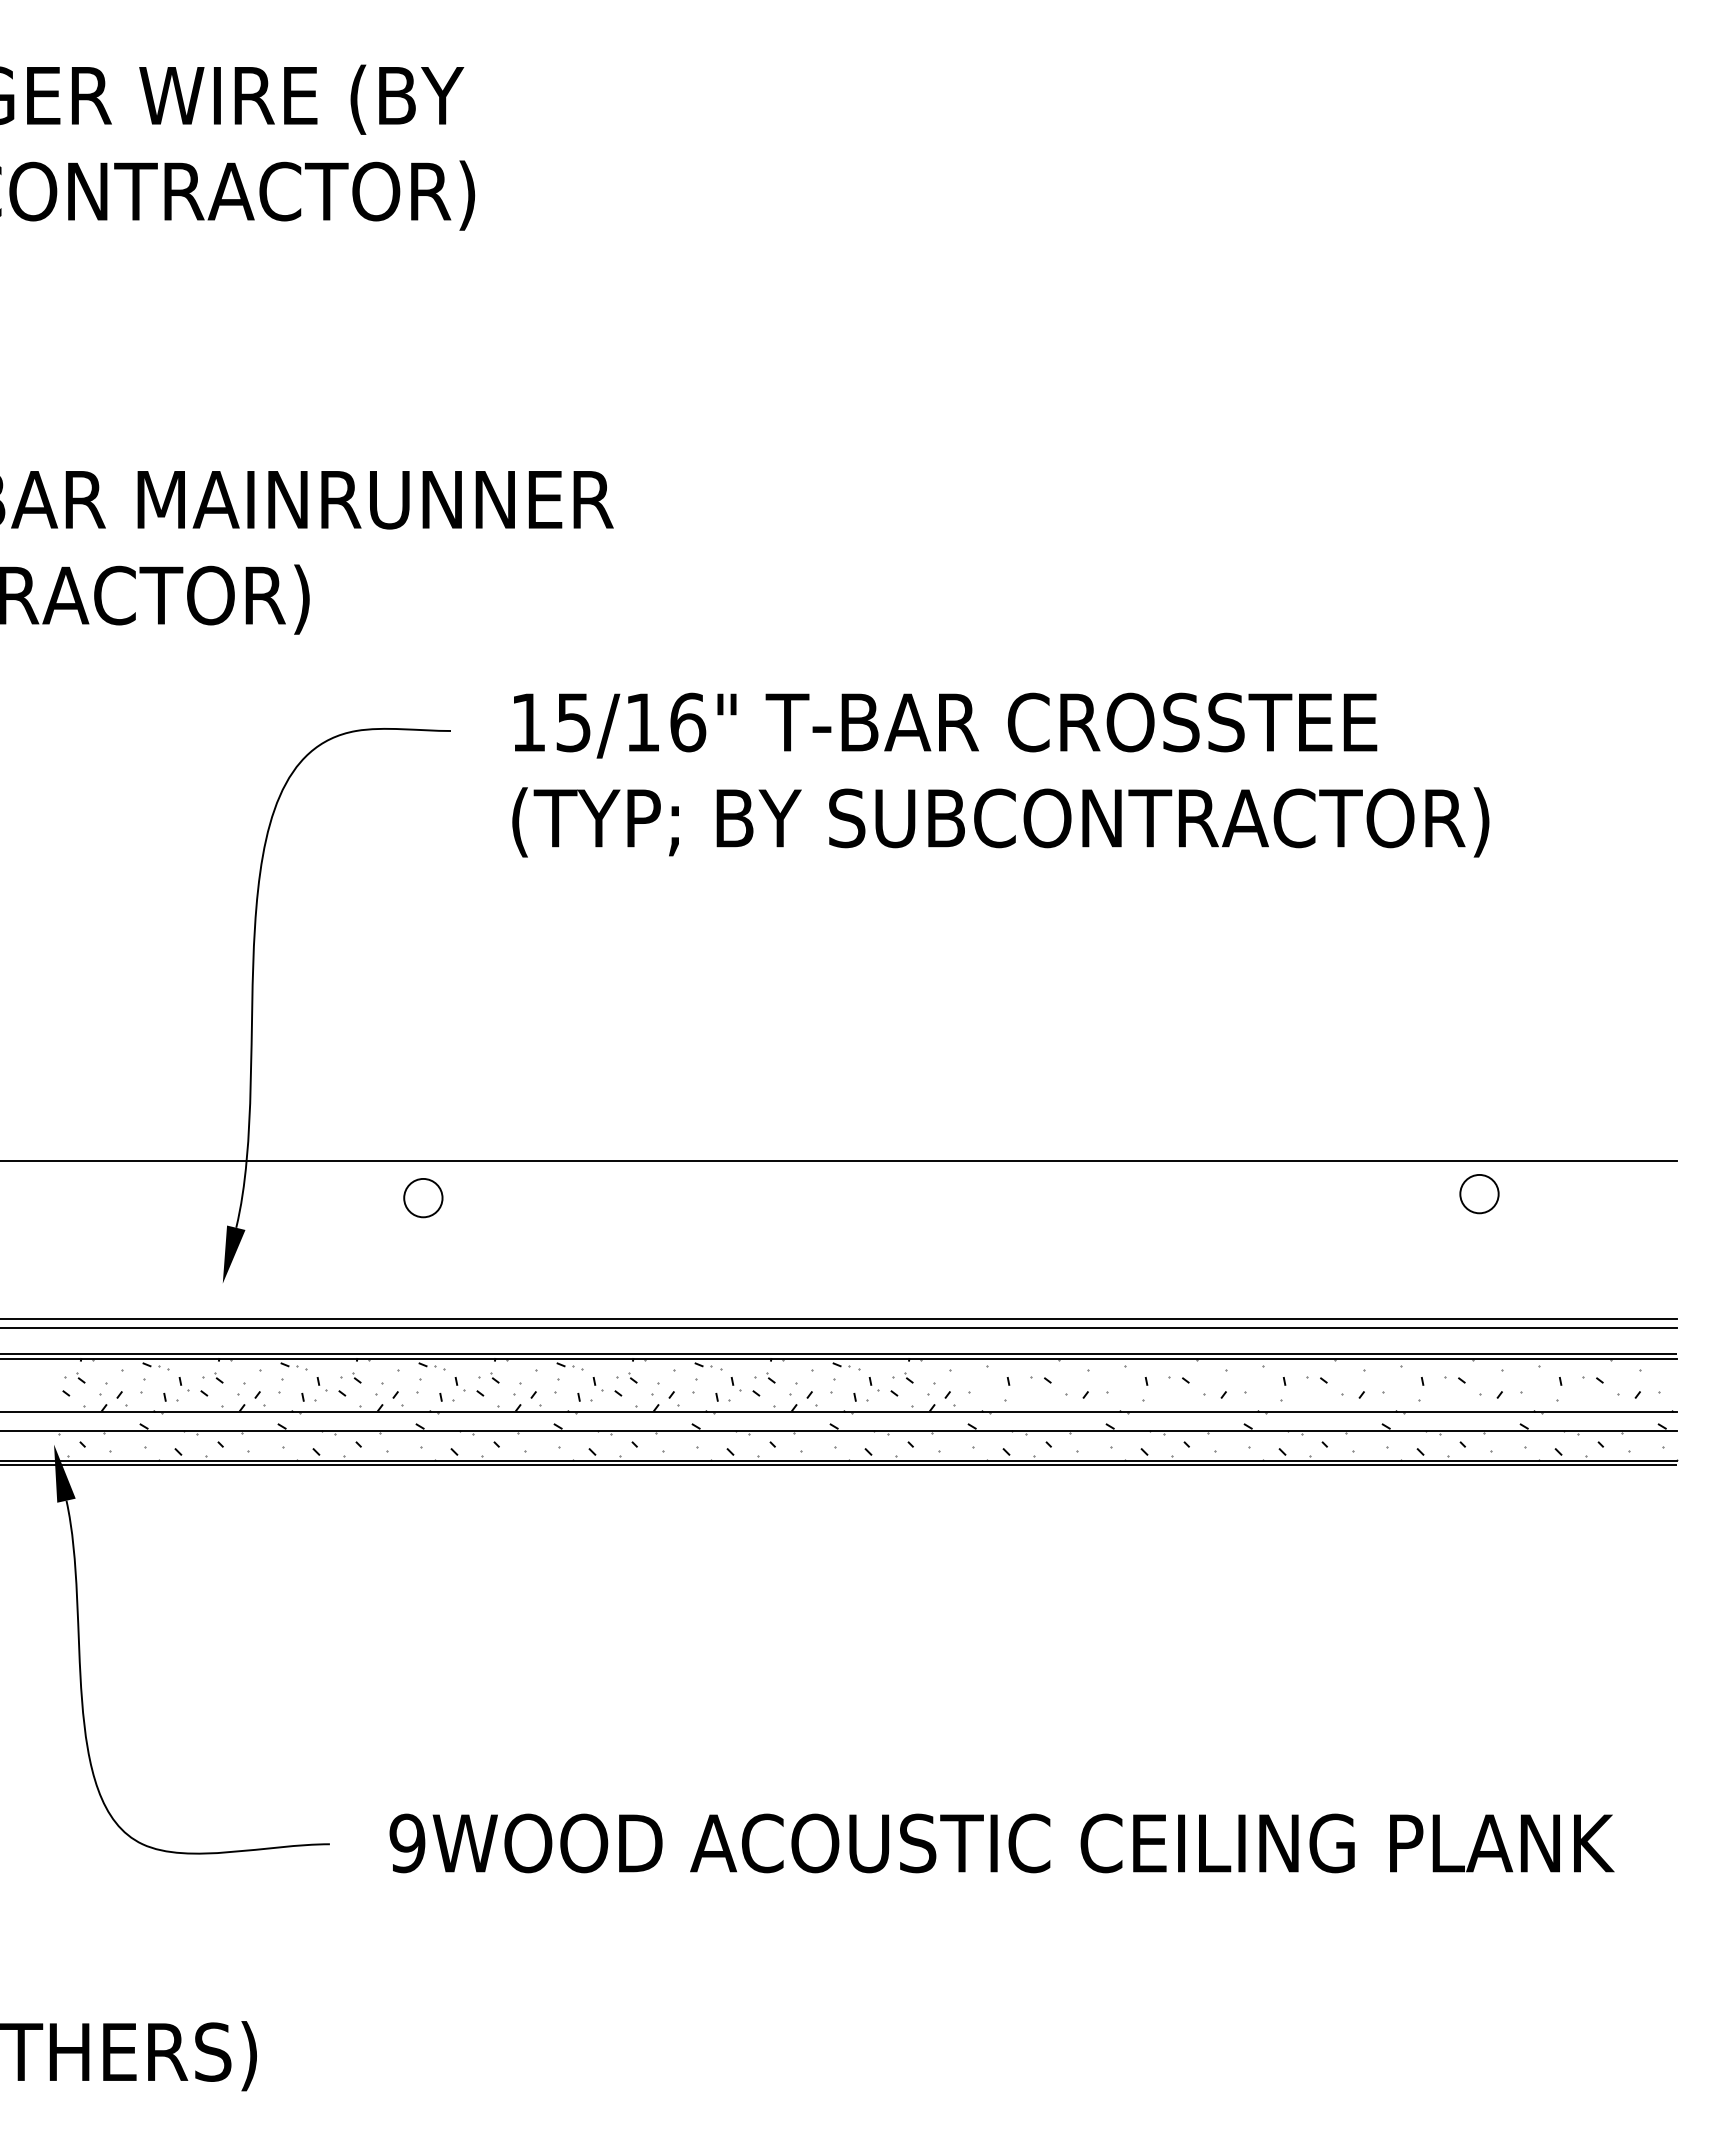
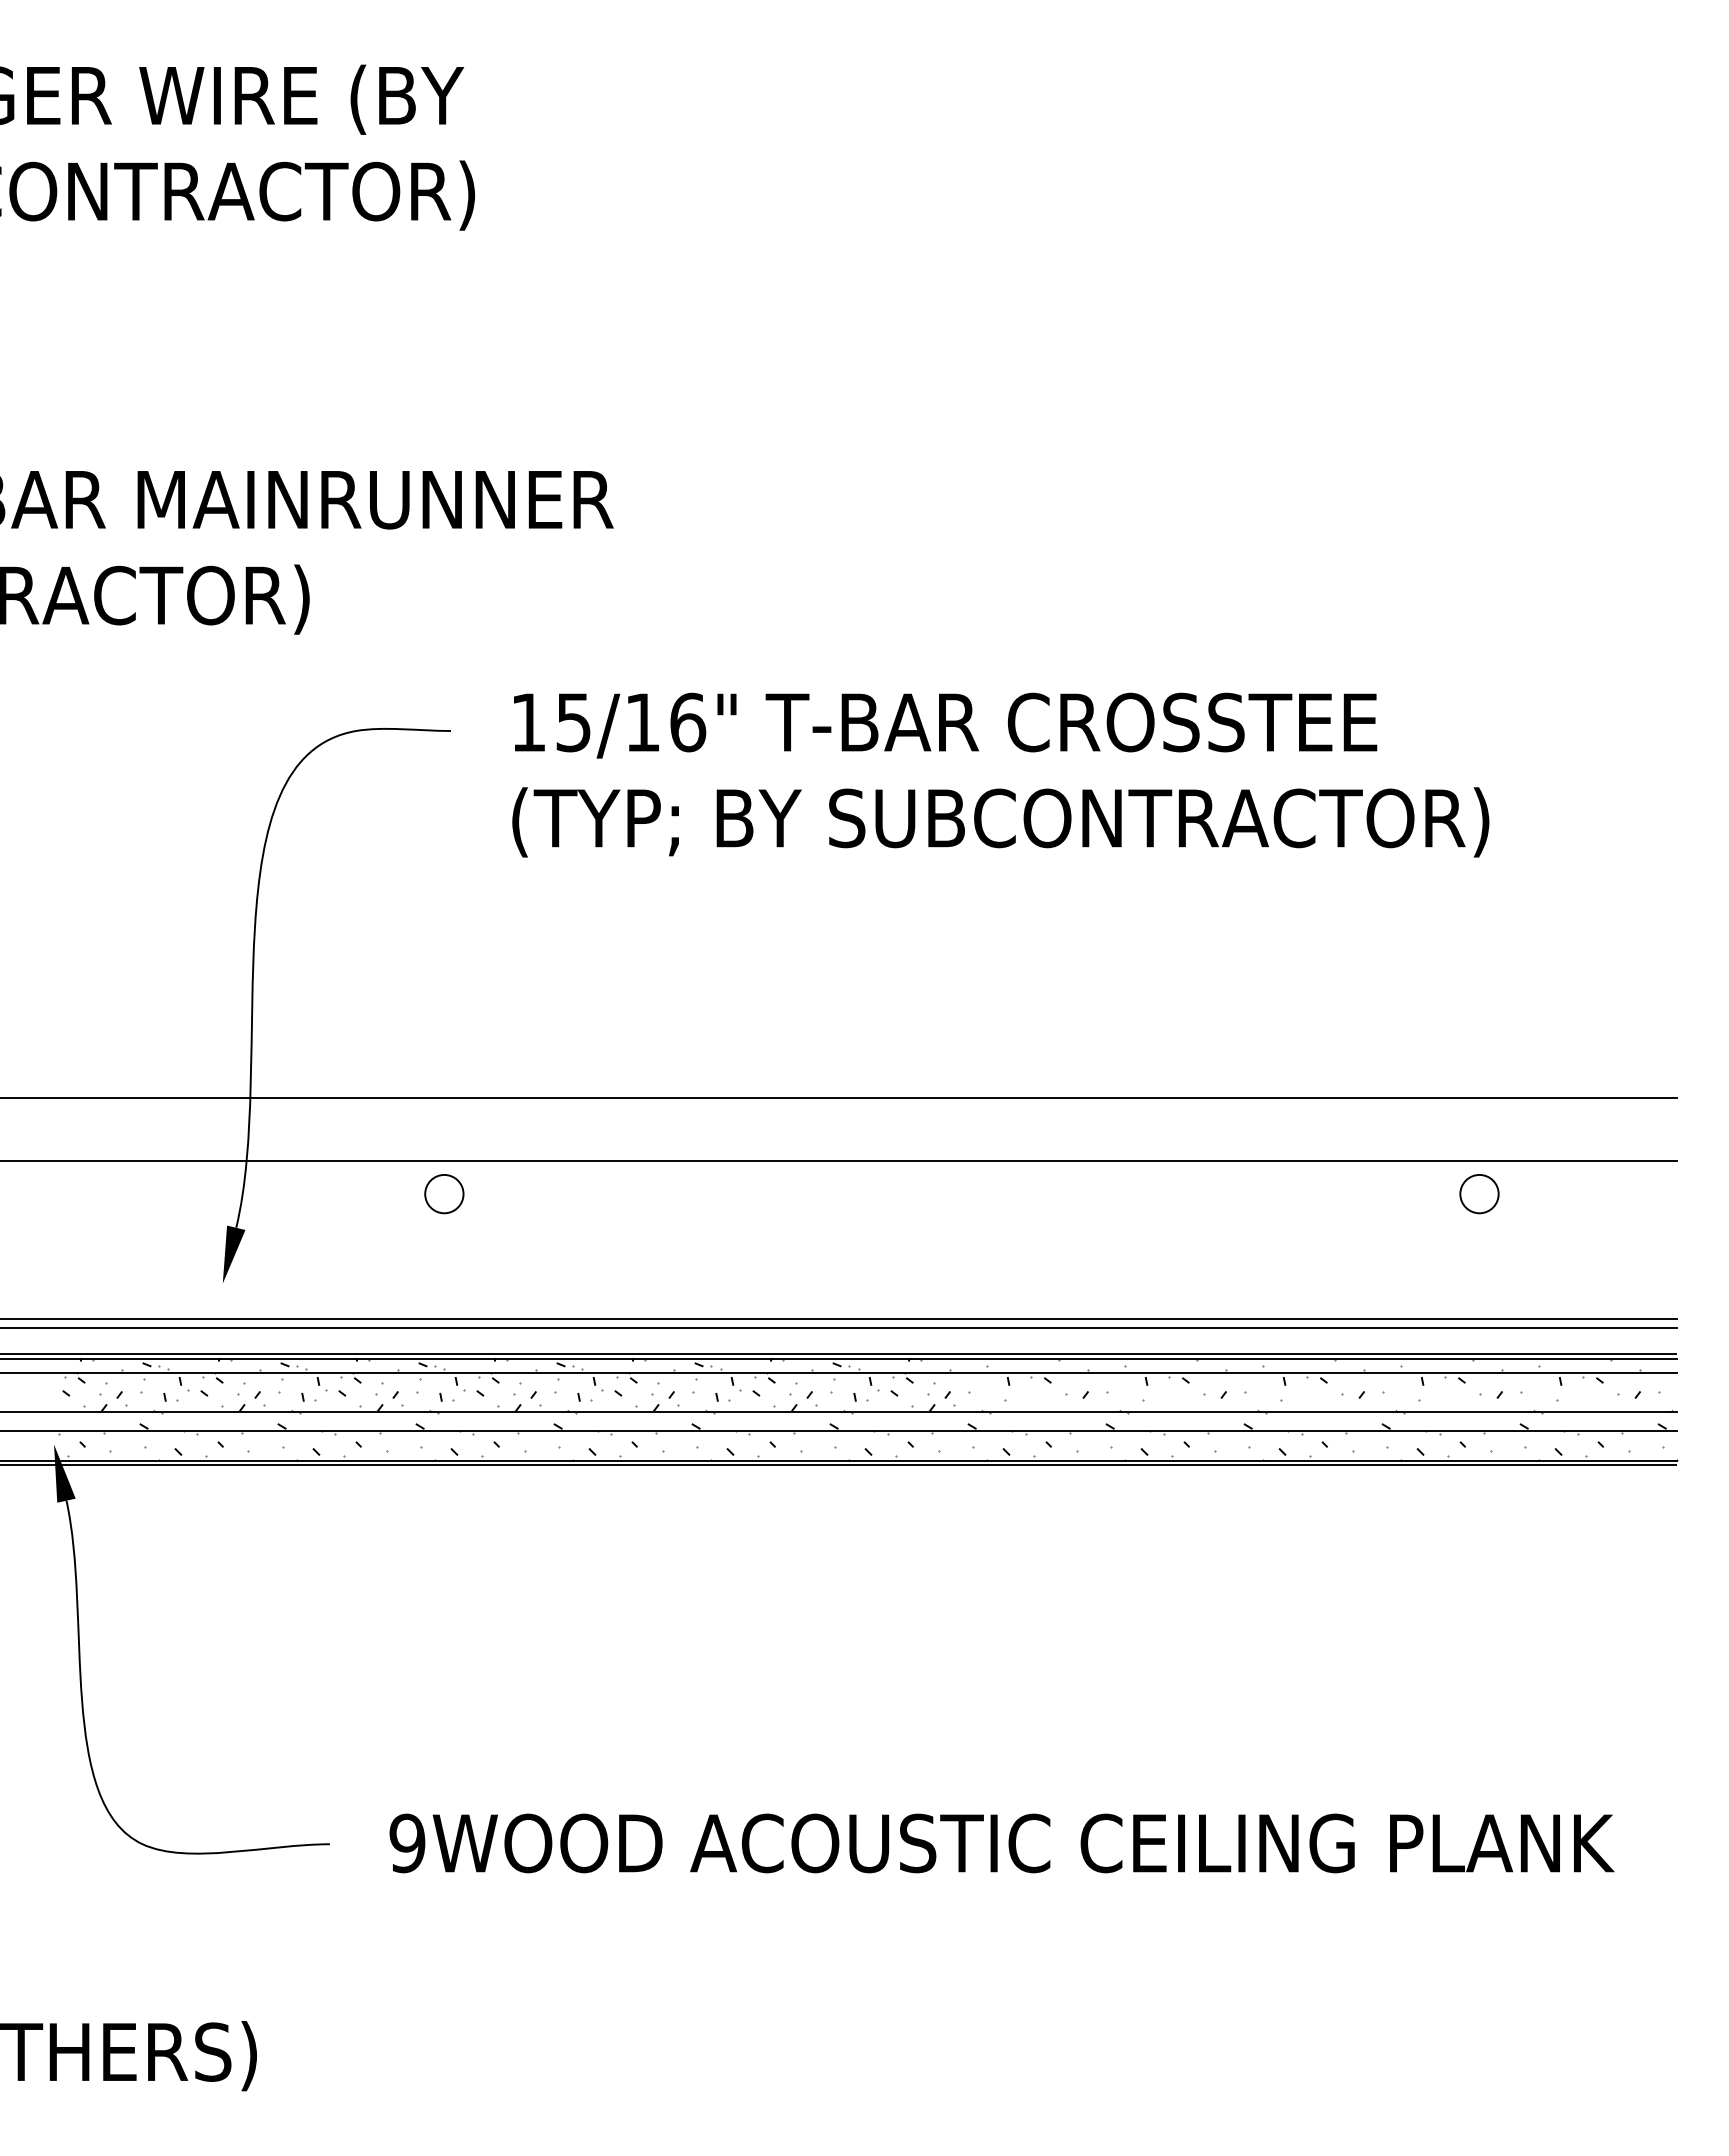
line at (839, 1098): none -> present
circle at (423, 1198) position: (423, 1198) -> (444, 1194)
line at (839, 1373): none -> present
